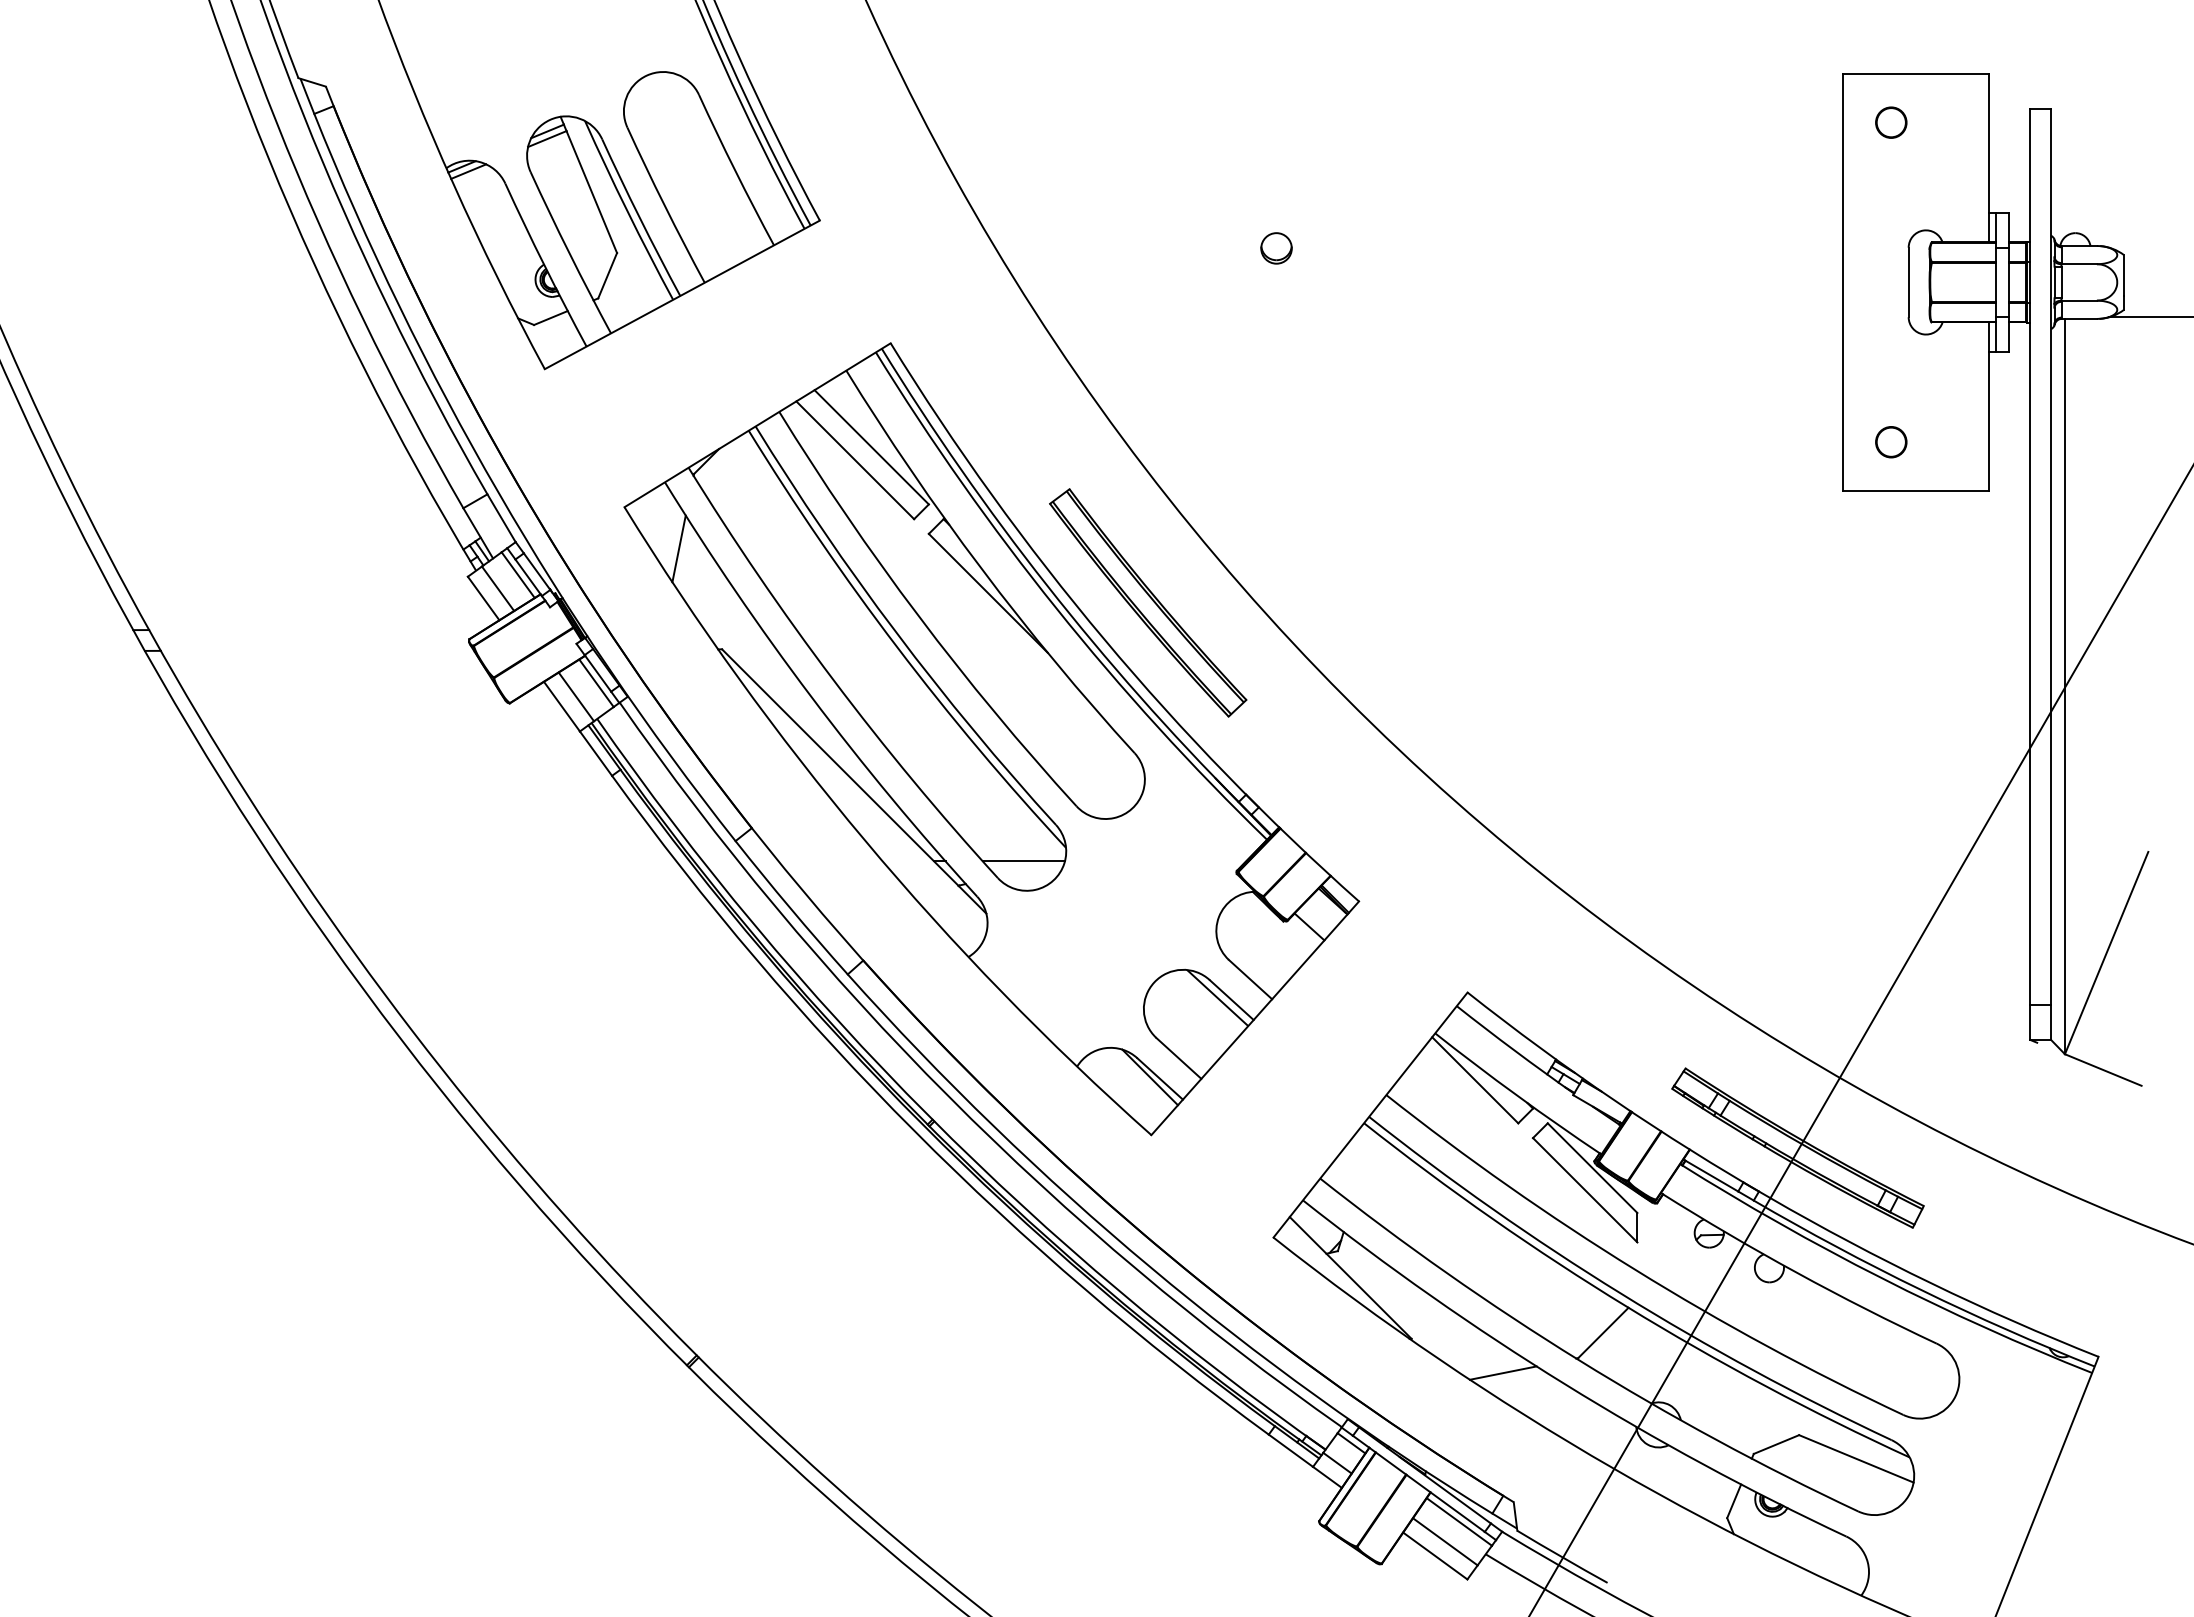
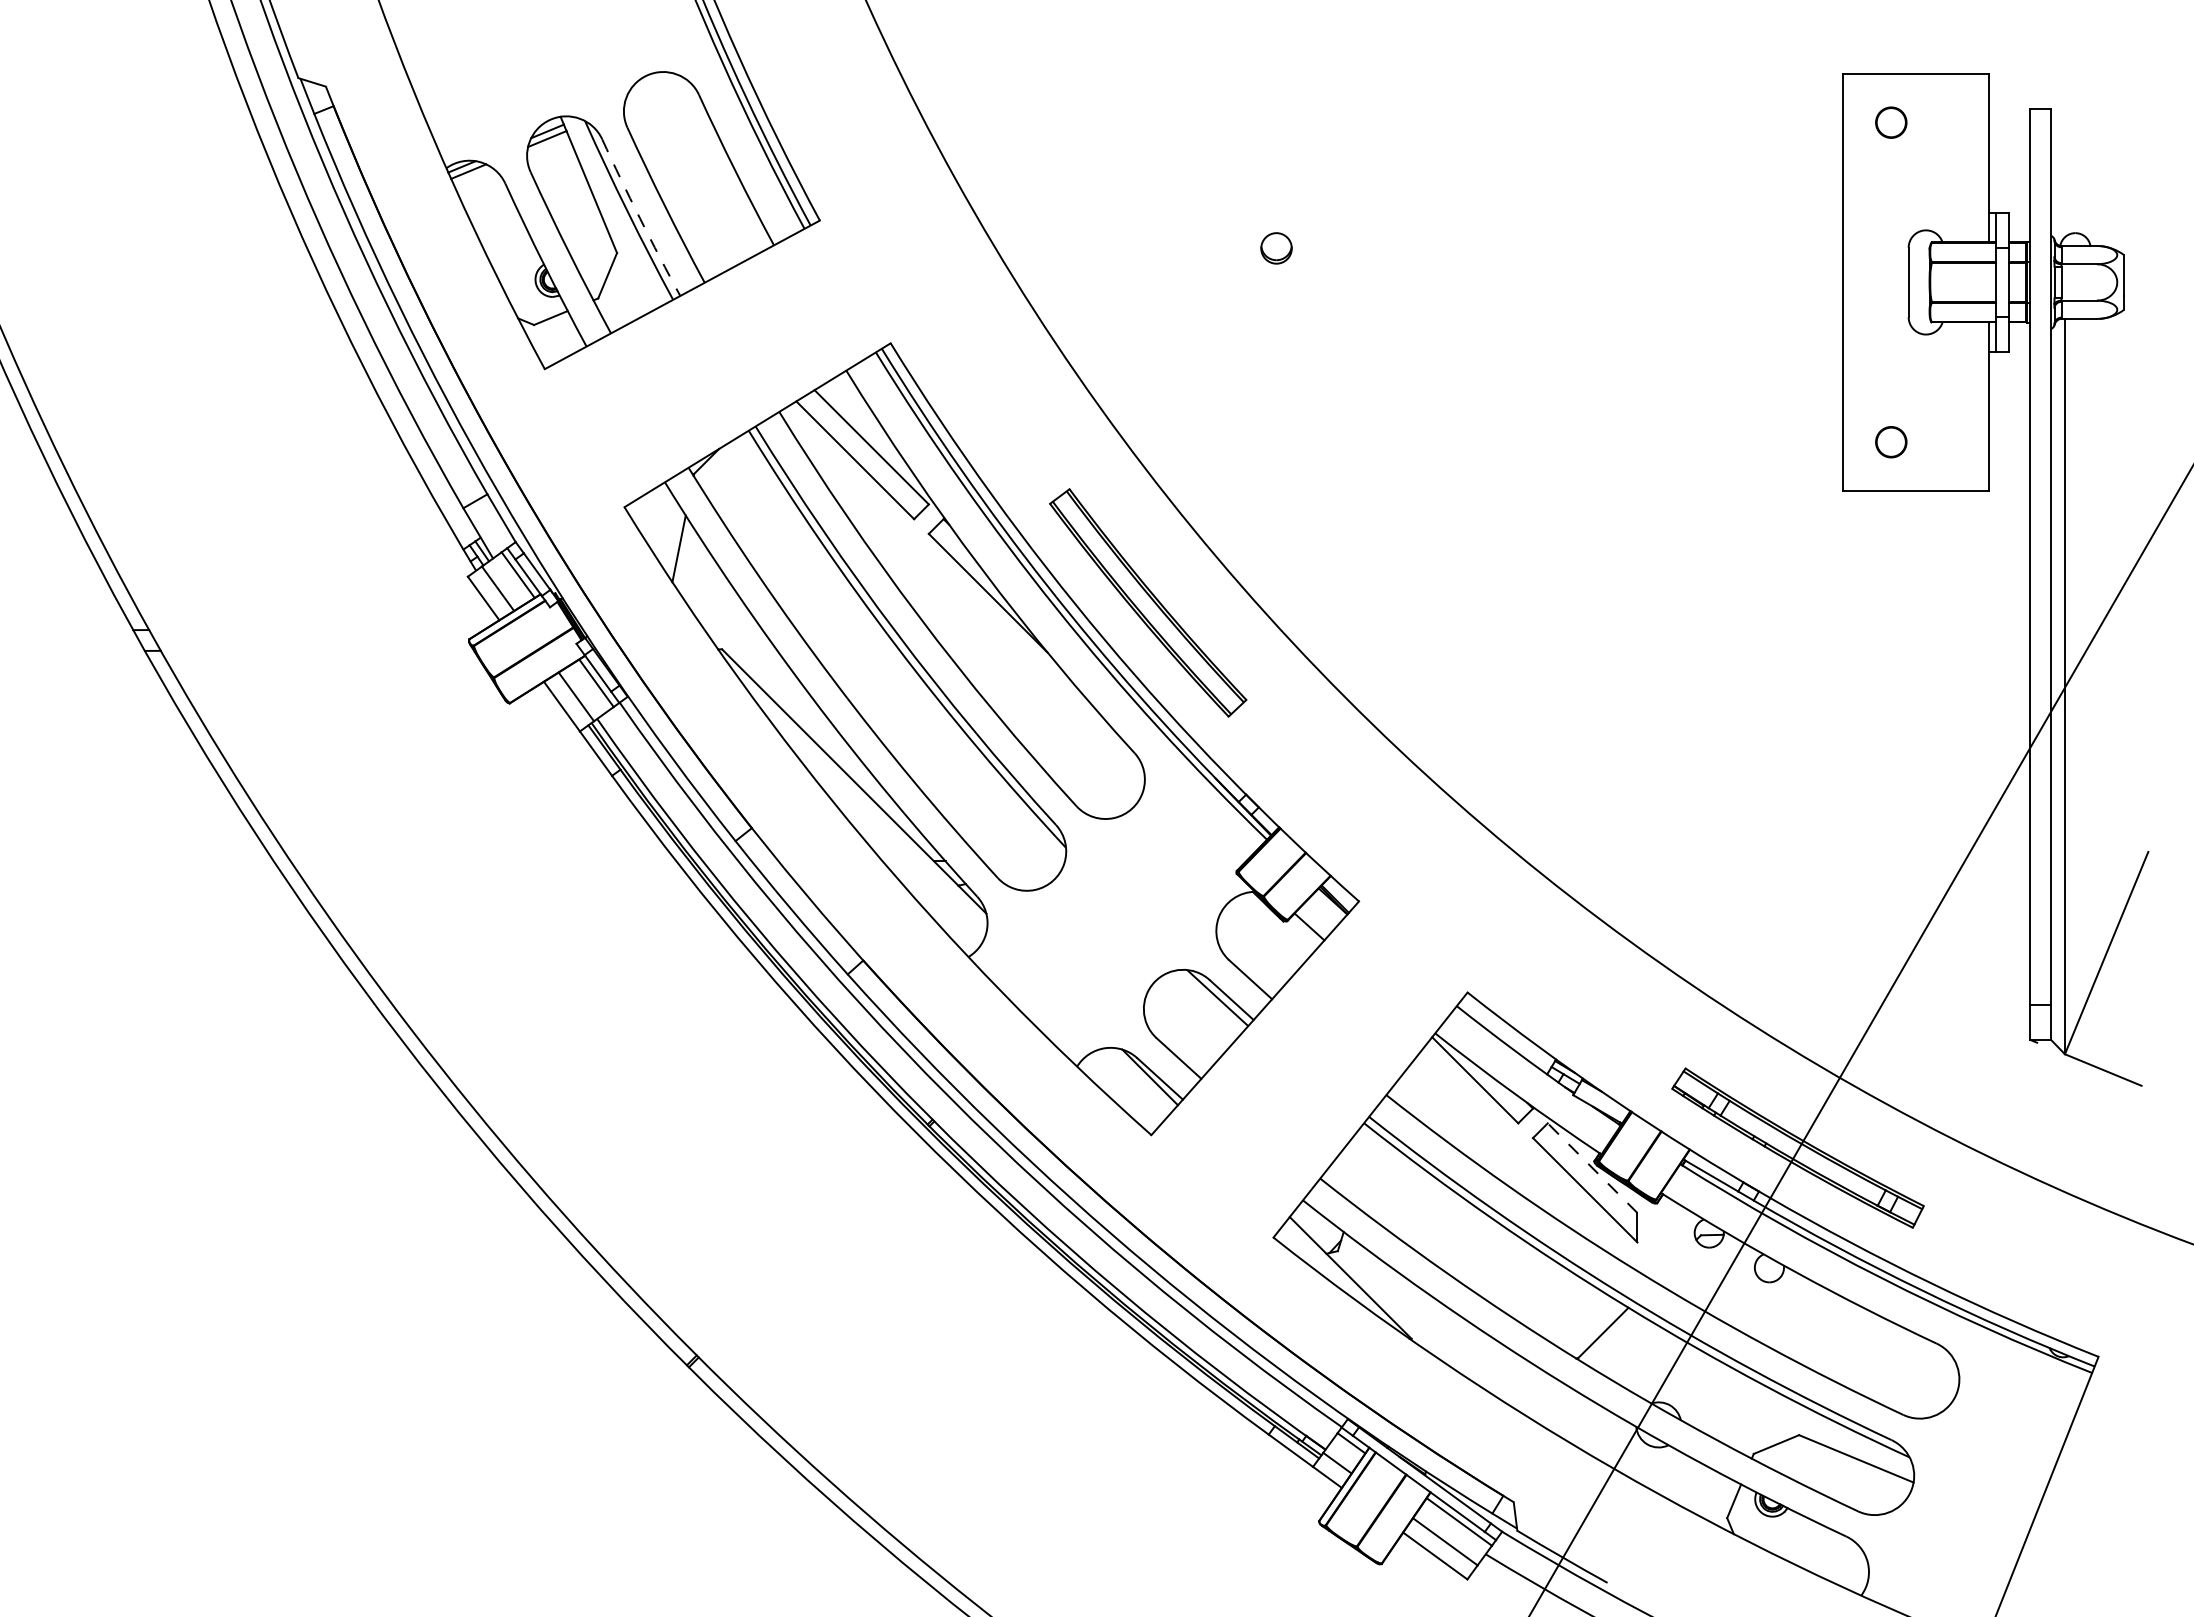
arc at (639, 218): solid -> dashed
line at (2149, 317): present -> none
line at (1023, 861): present -> none
line at (1592, 1167): solid -> dashed
line at (1502, 1372): present -> none
